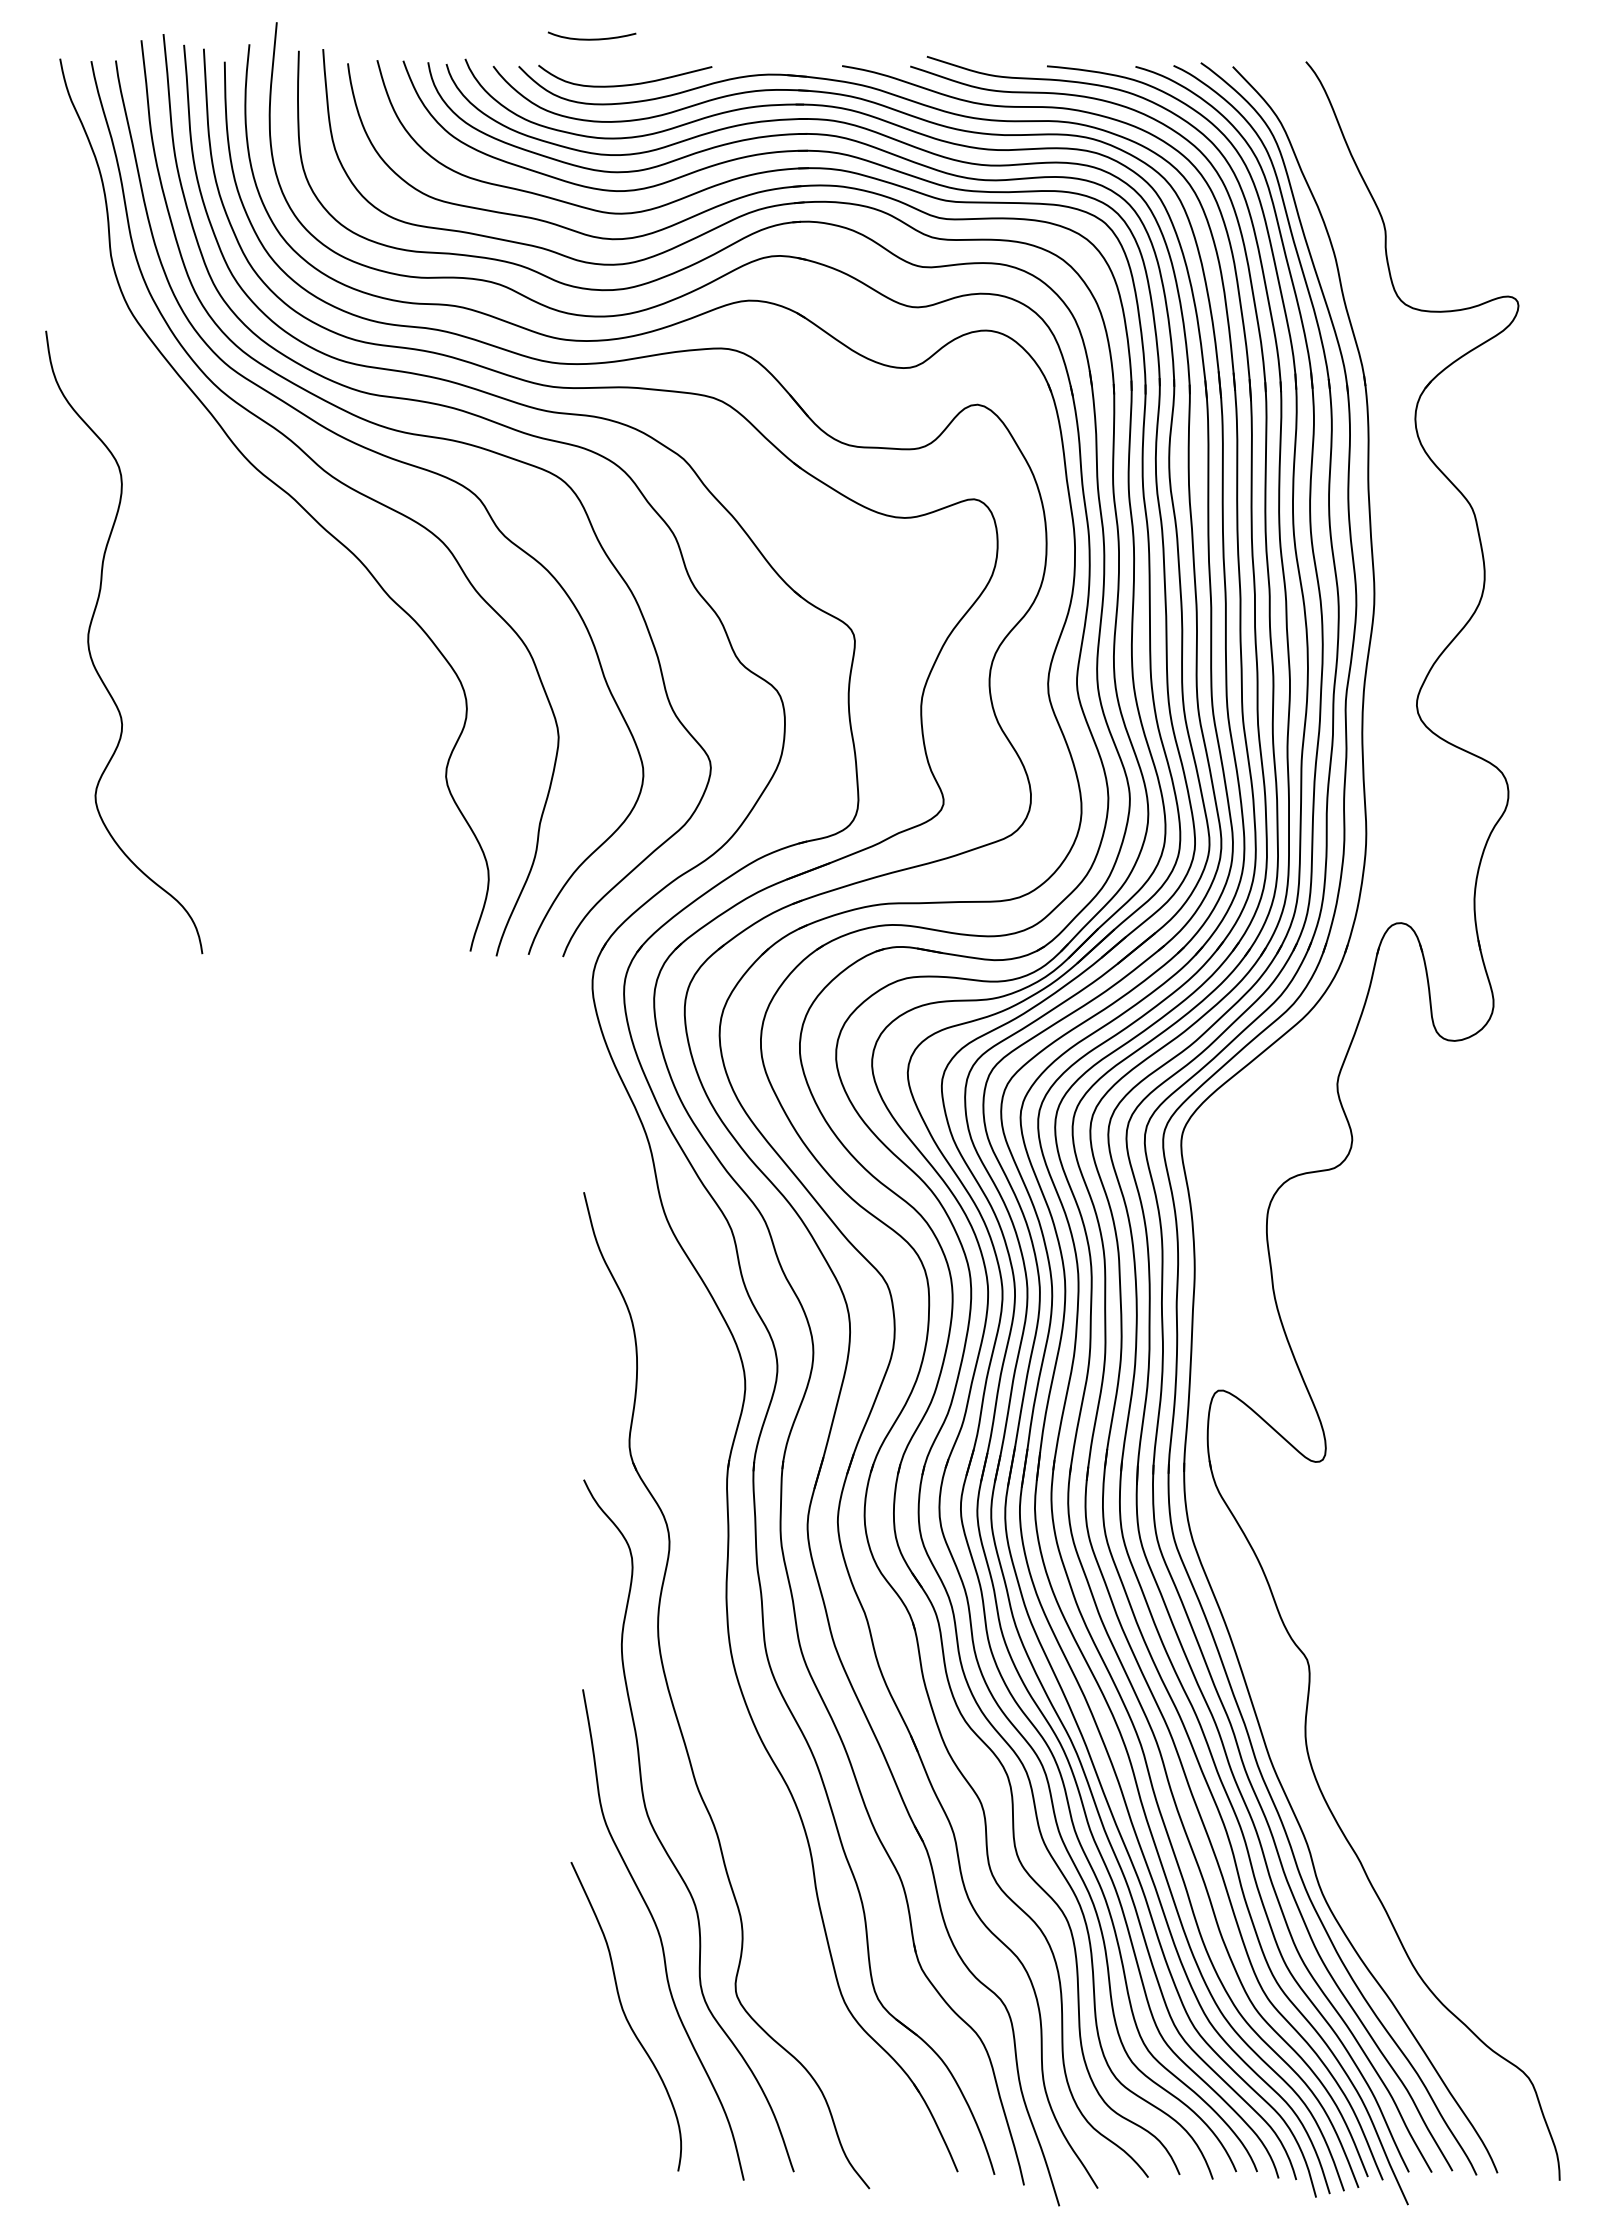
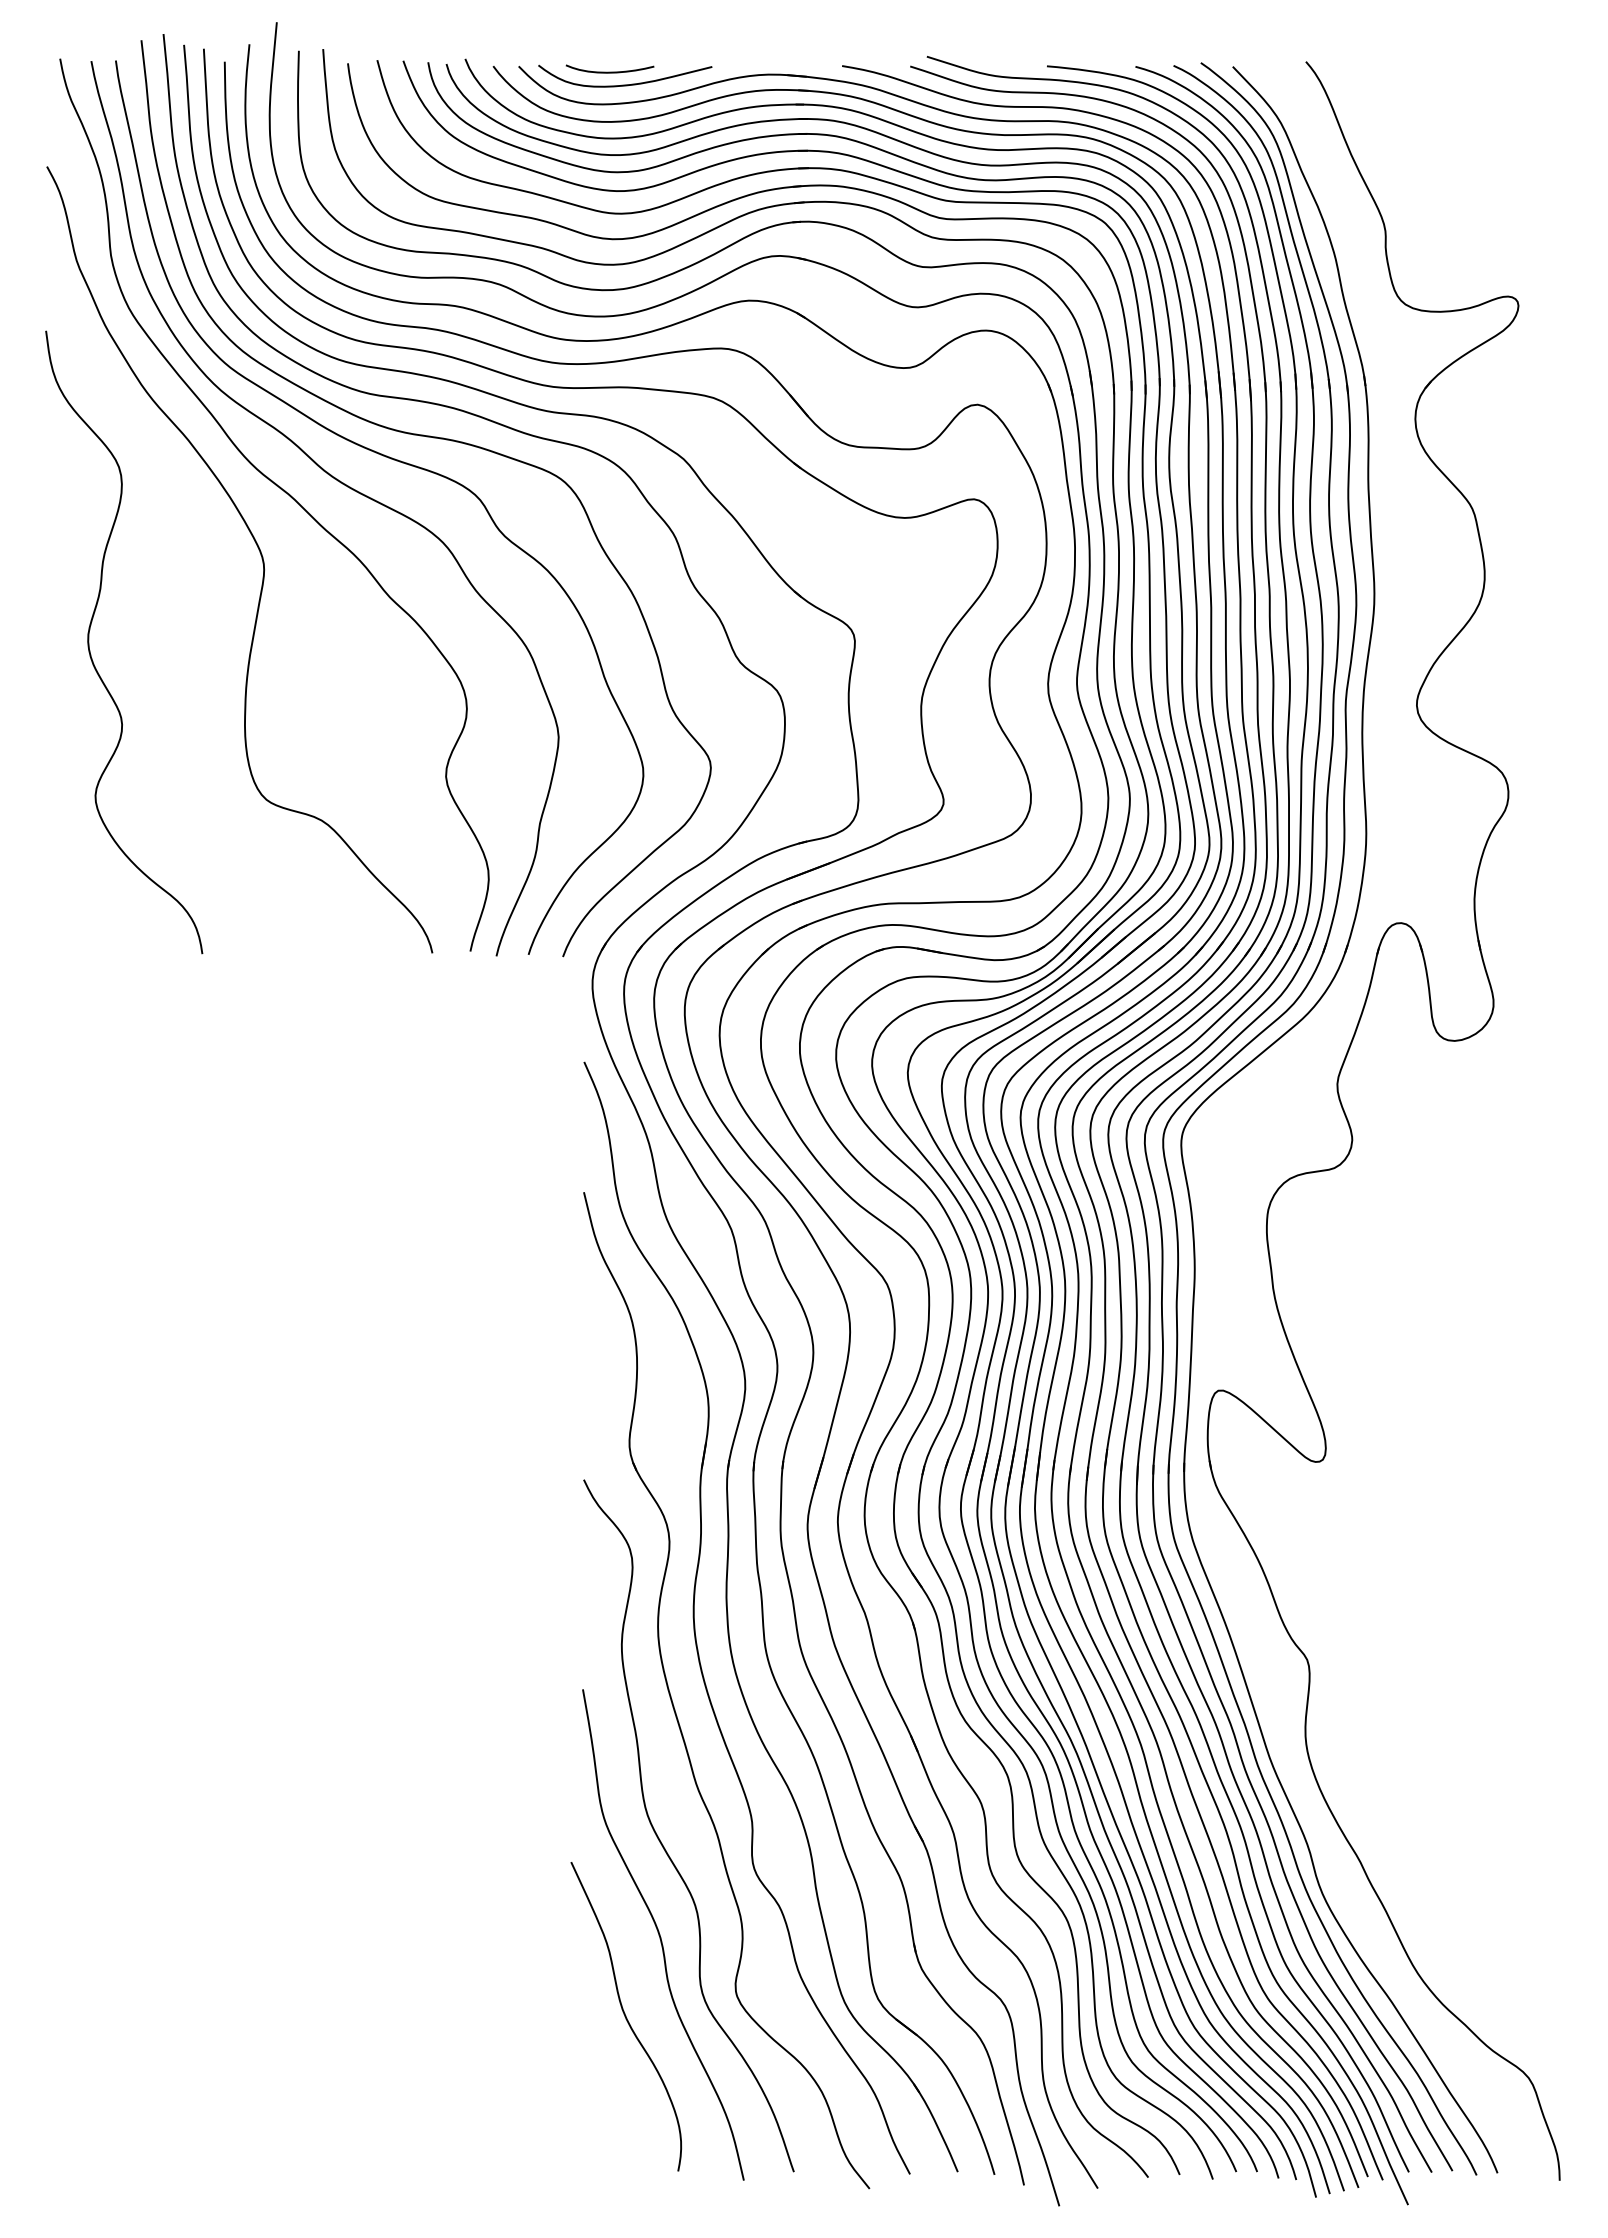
curve at (591, 38) position: (591, 38) -> (609, 71)
curve at (258, 550): none -> present
part at (695, 1624): none -> present
